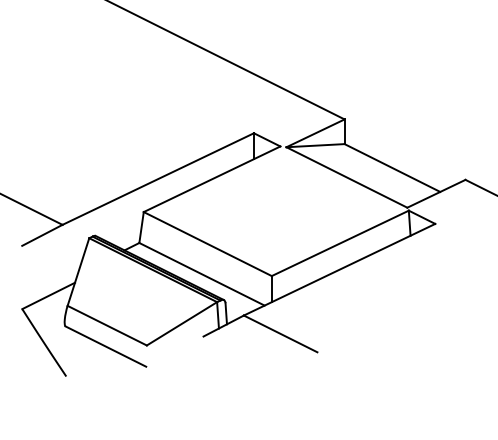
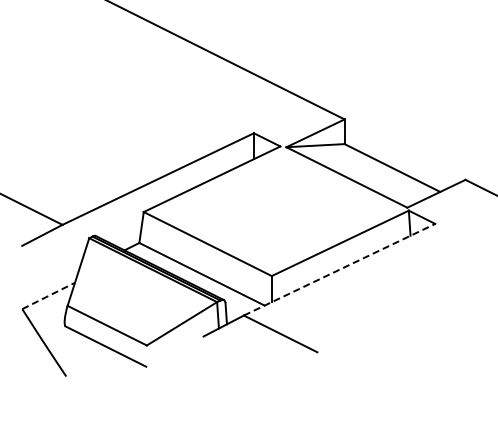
line at (340, 269): solid -> dashed
line at (49, 295): solid -> dashed
